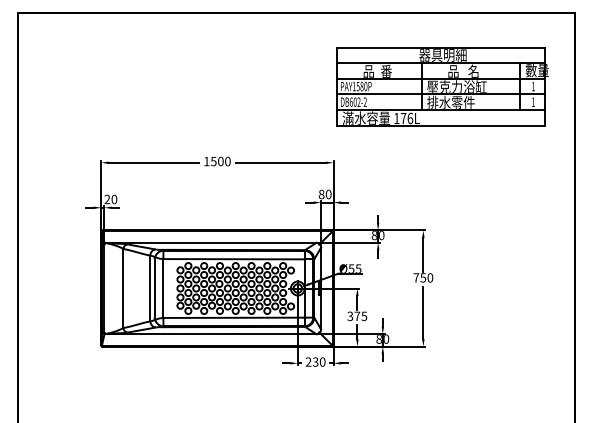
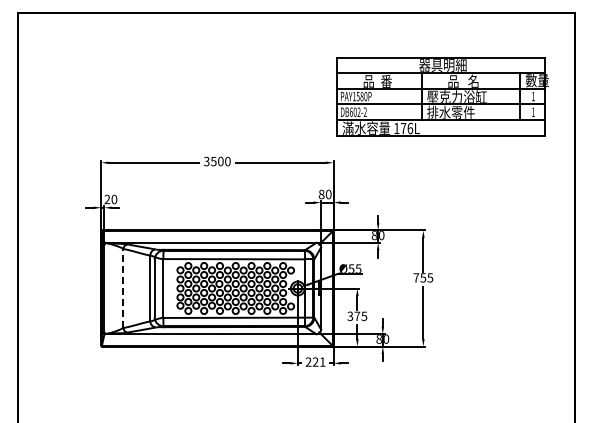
part at (442, 86) position: (442, 86) -> (442, 96)
text at (206, 161): 1500 -> 3500
text at (430, 277): 750 -> 755
line at (123, 288): solid -> dashed
text at (318, 361): 230 -> 221
